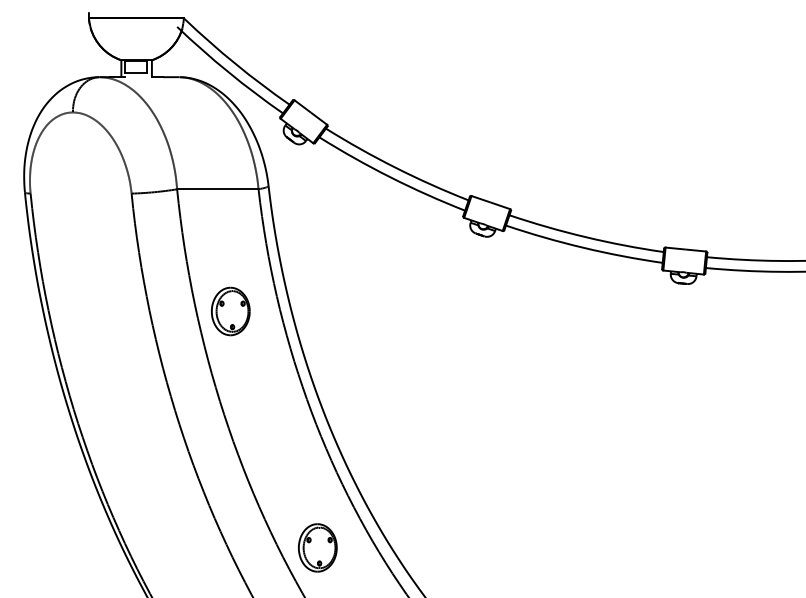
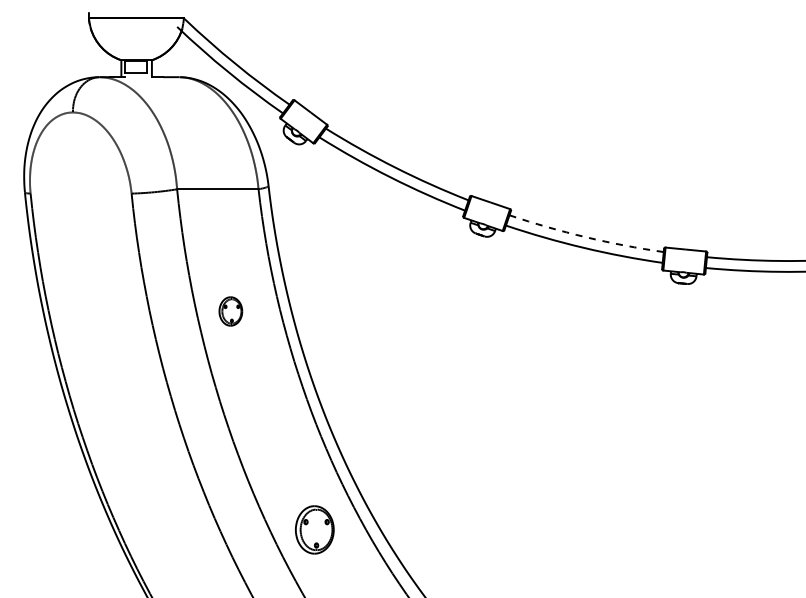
arc at (585, 237): solid -> dashed
part at (230, 311) size: 40x51 px -> 26x31 px
part at (317, 547) position: (317, 547) -> (314, 529)
